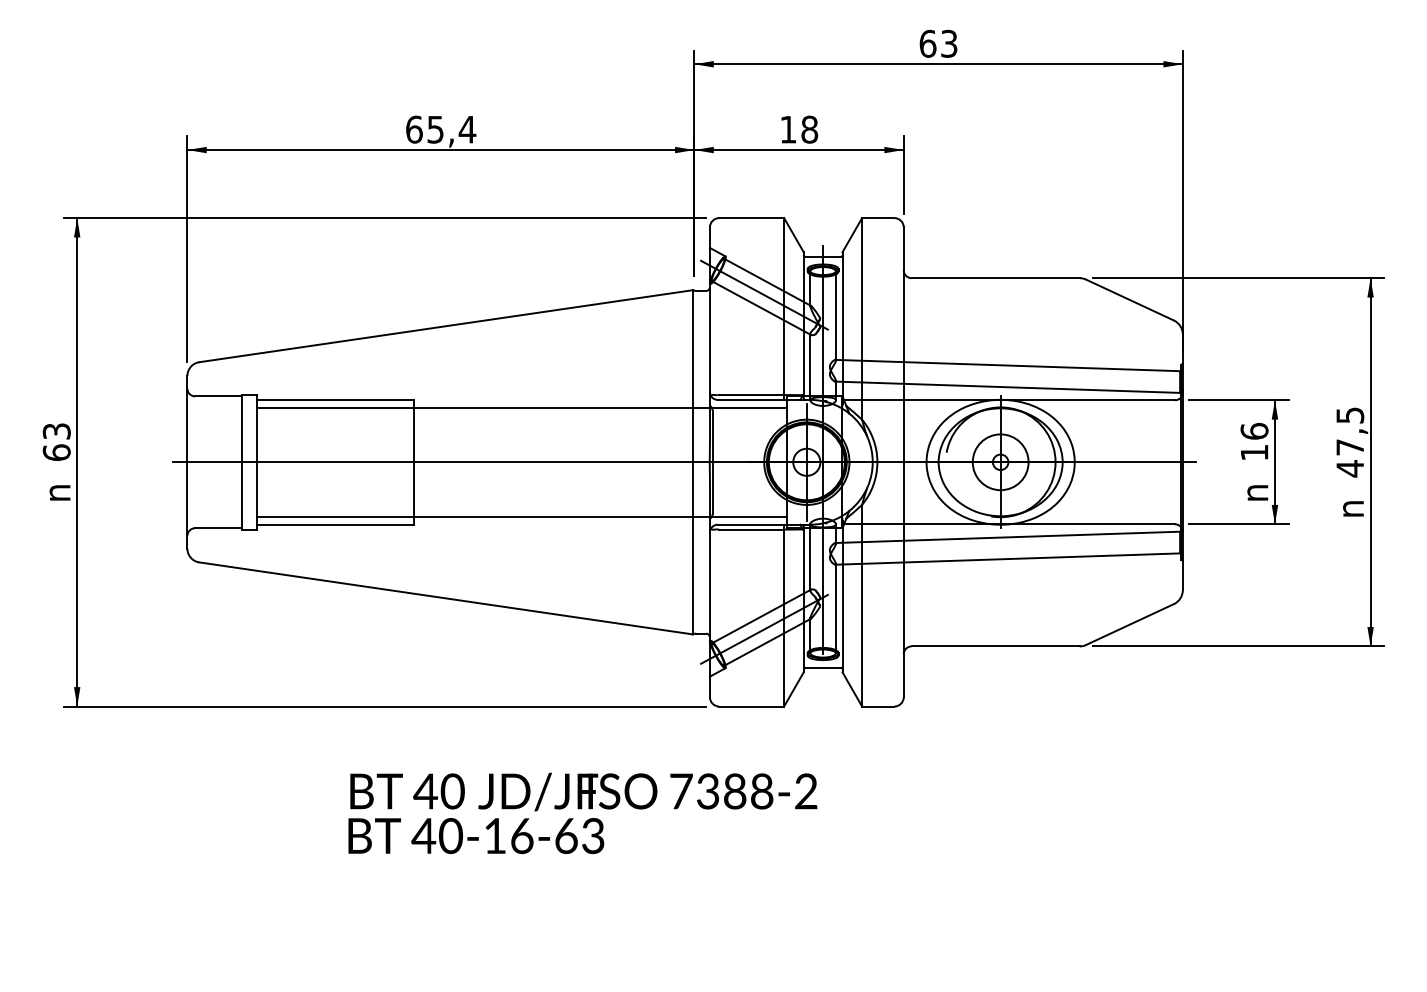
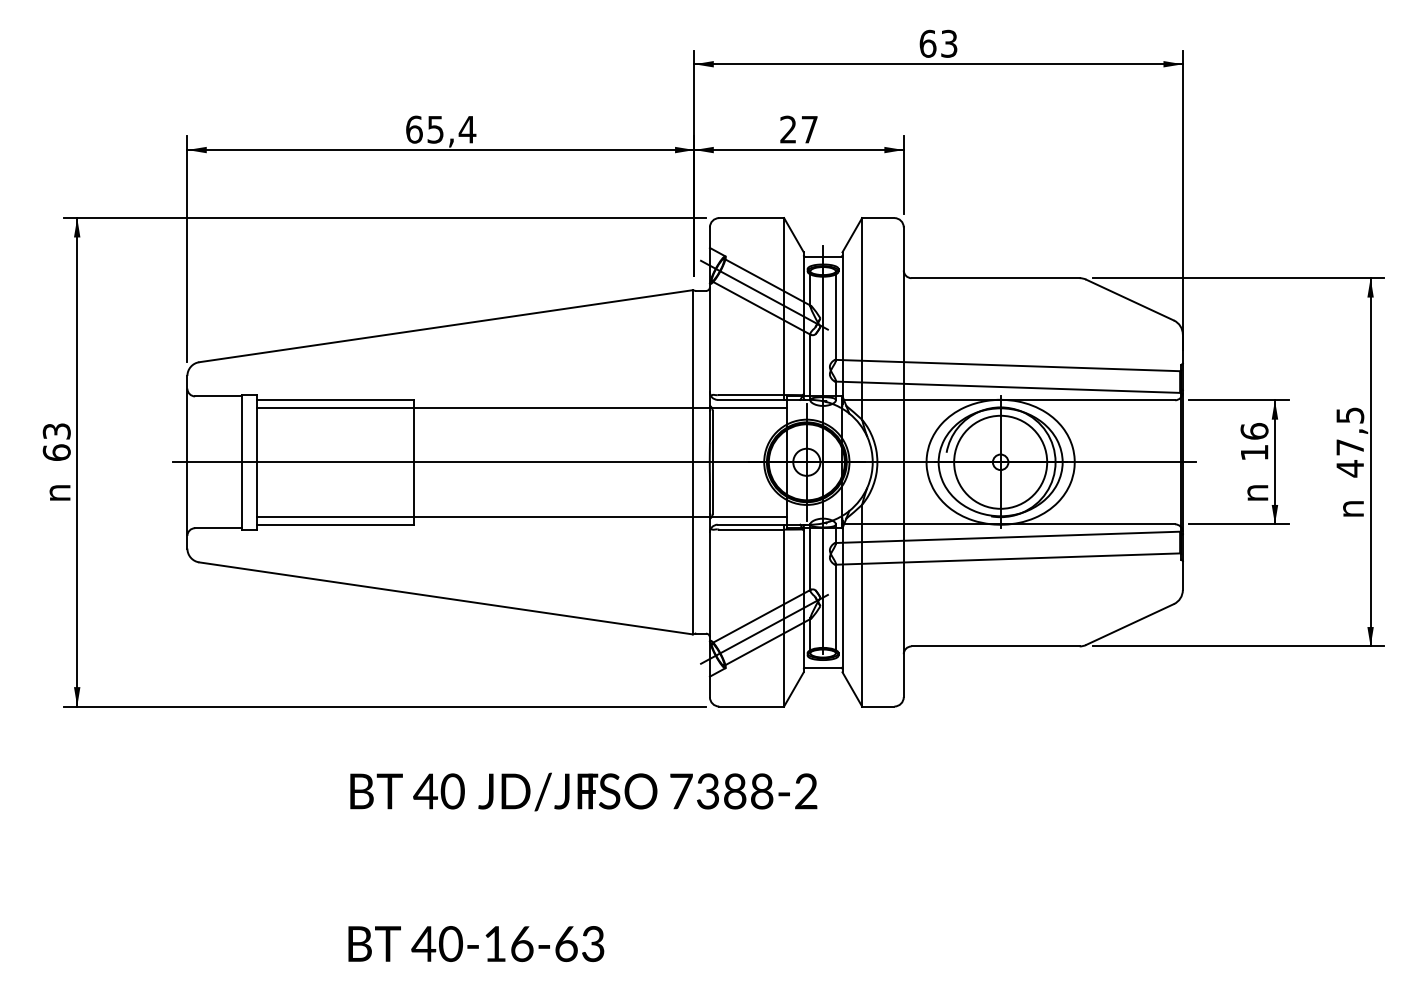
text at (799, 129): 18 -> 27
circle at (1000, 462) diameter: 56 px -> 93 px
text at (476, 835) position: (476, 835) -> (476, 943)
